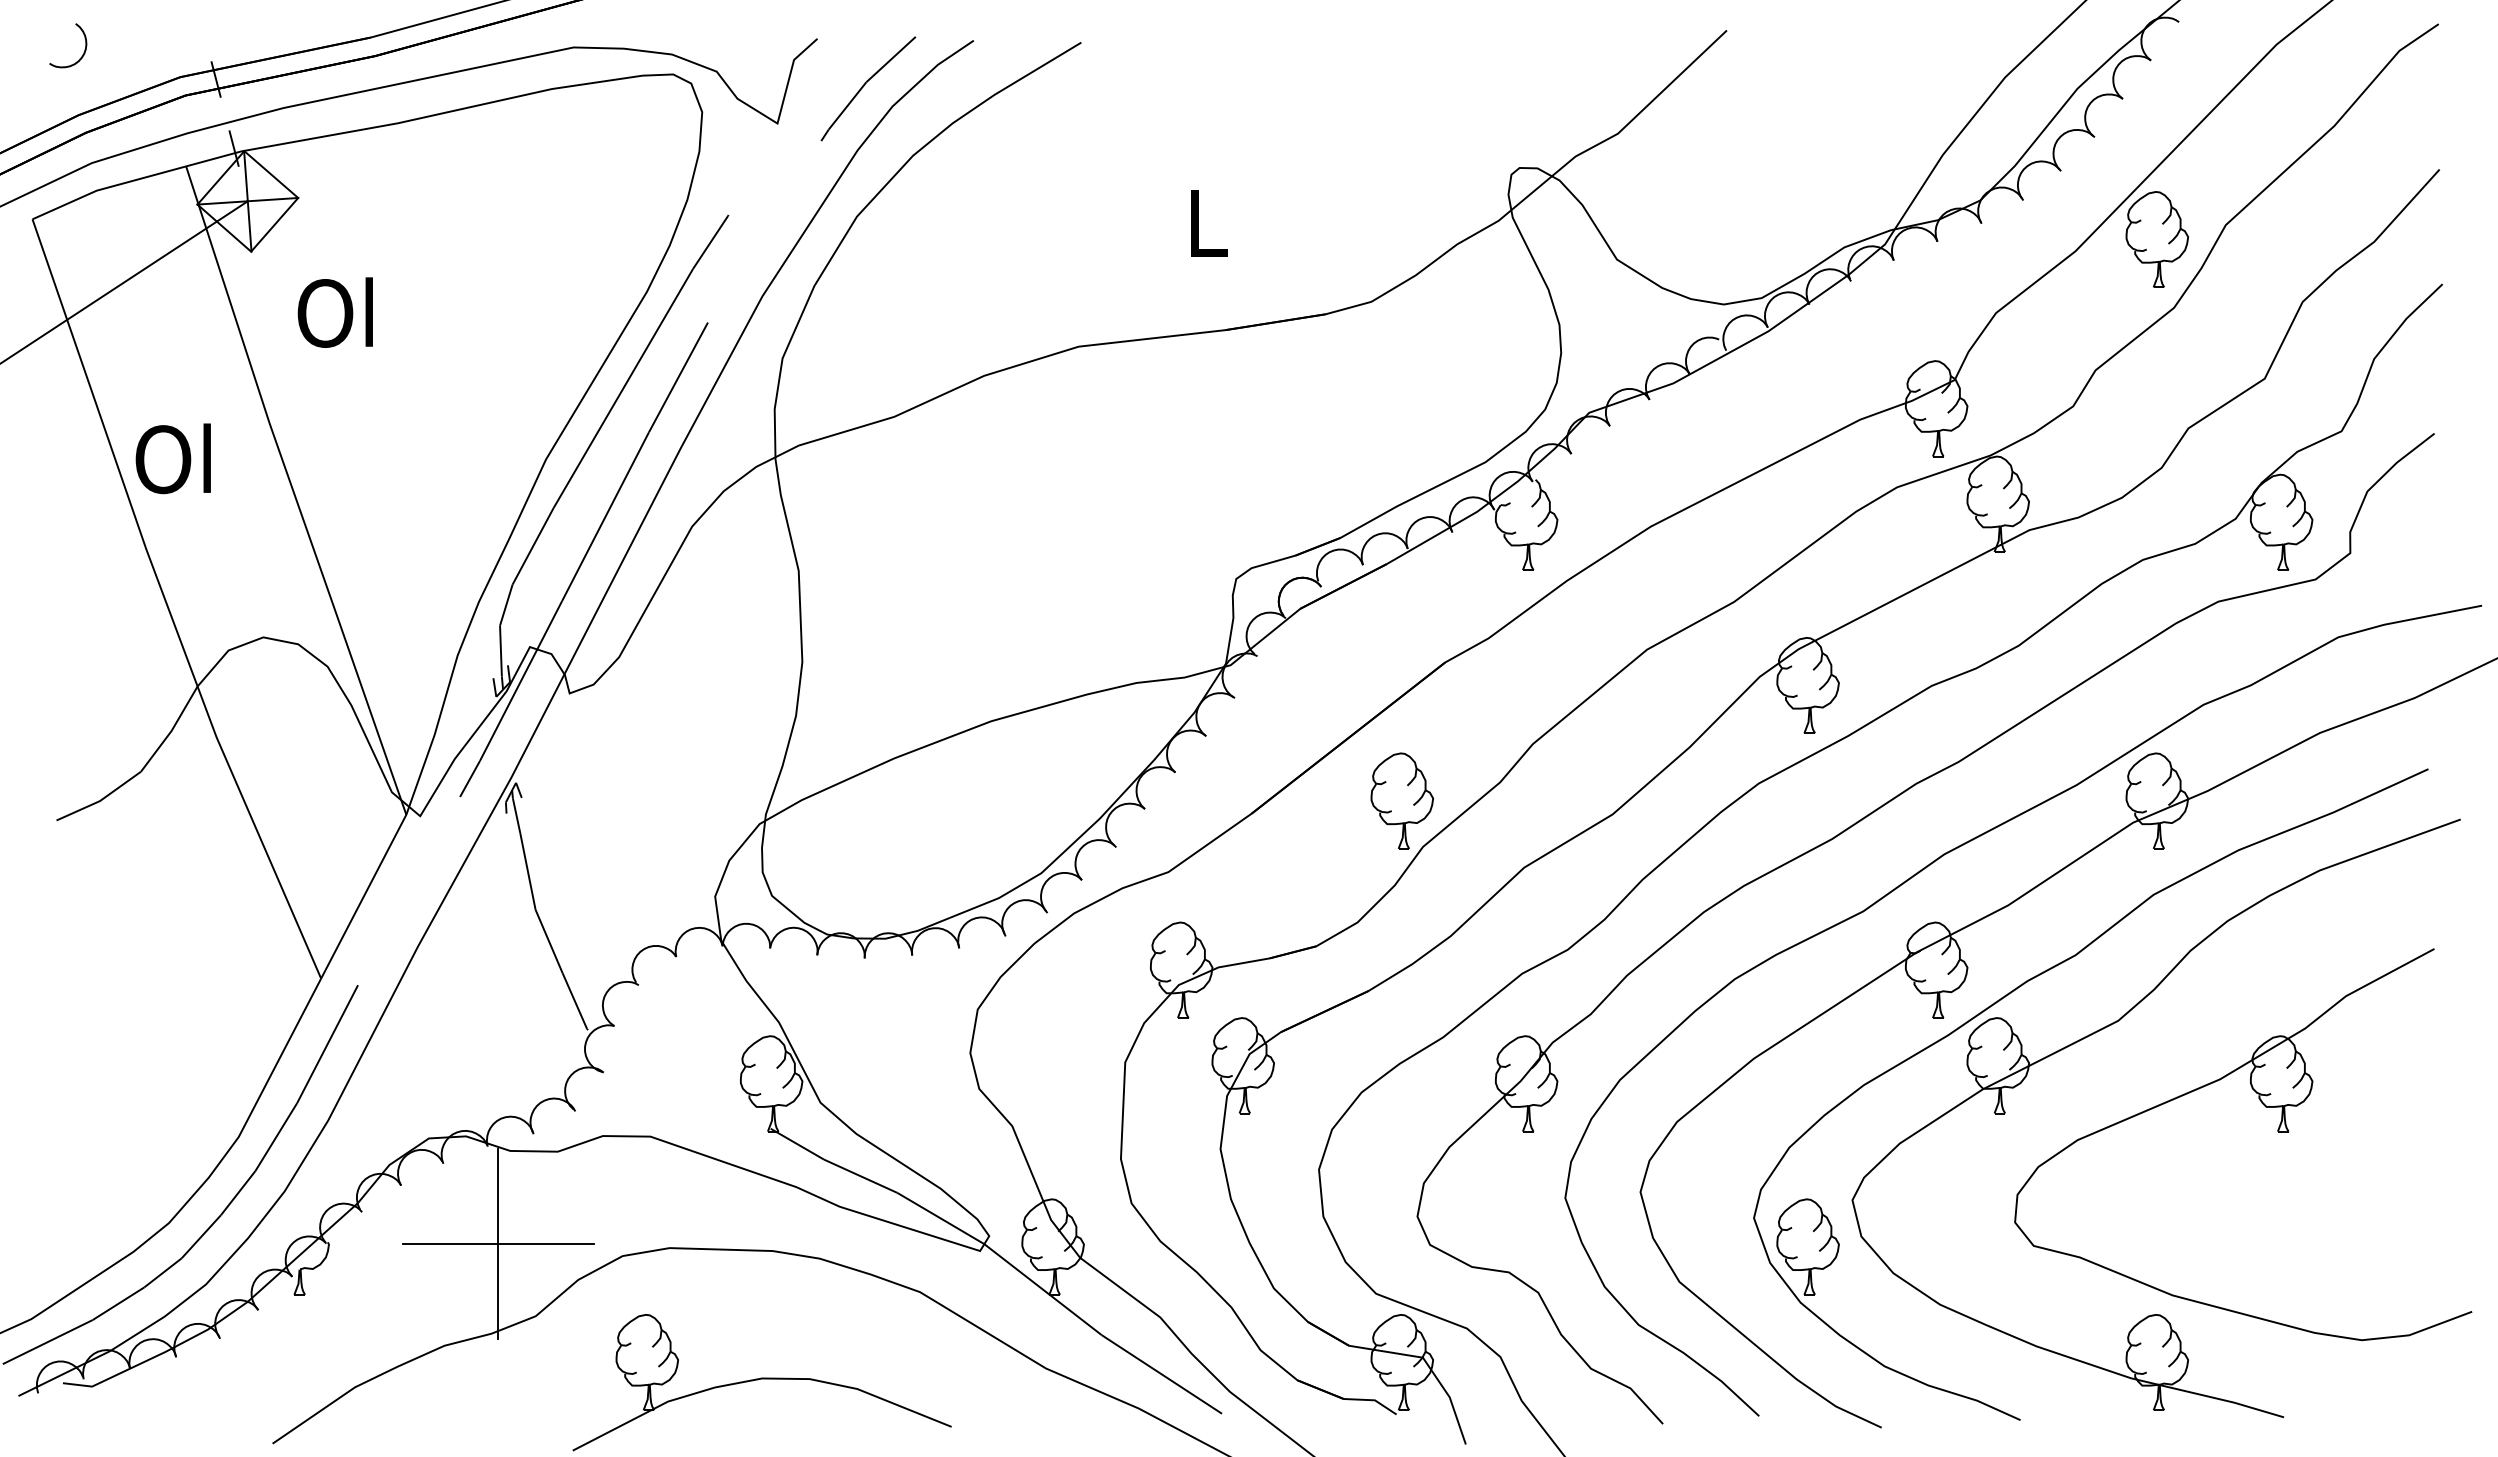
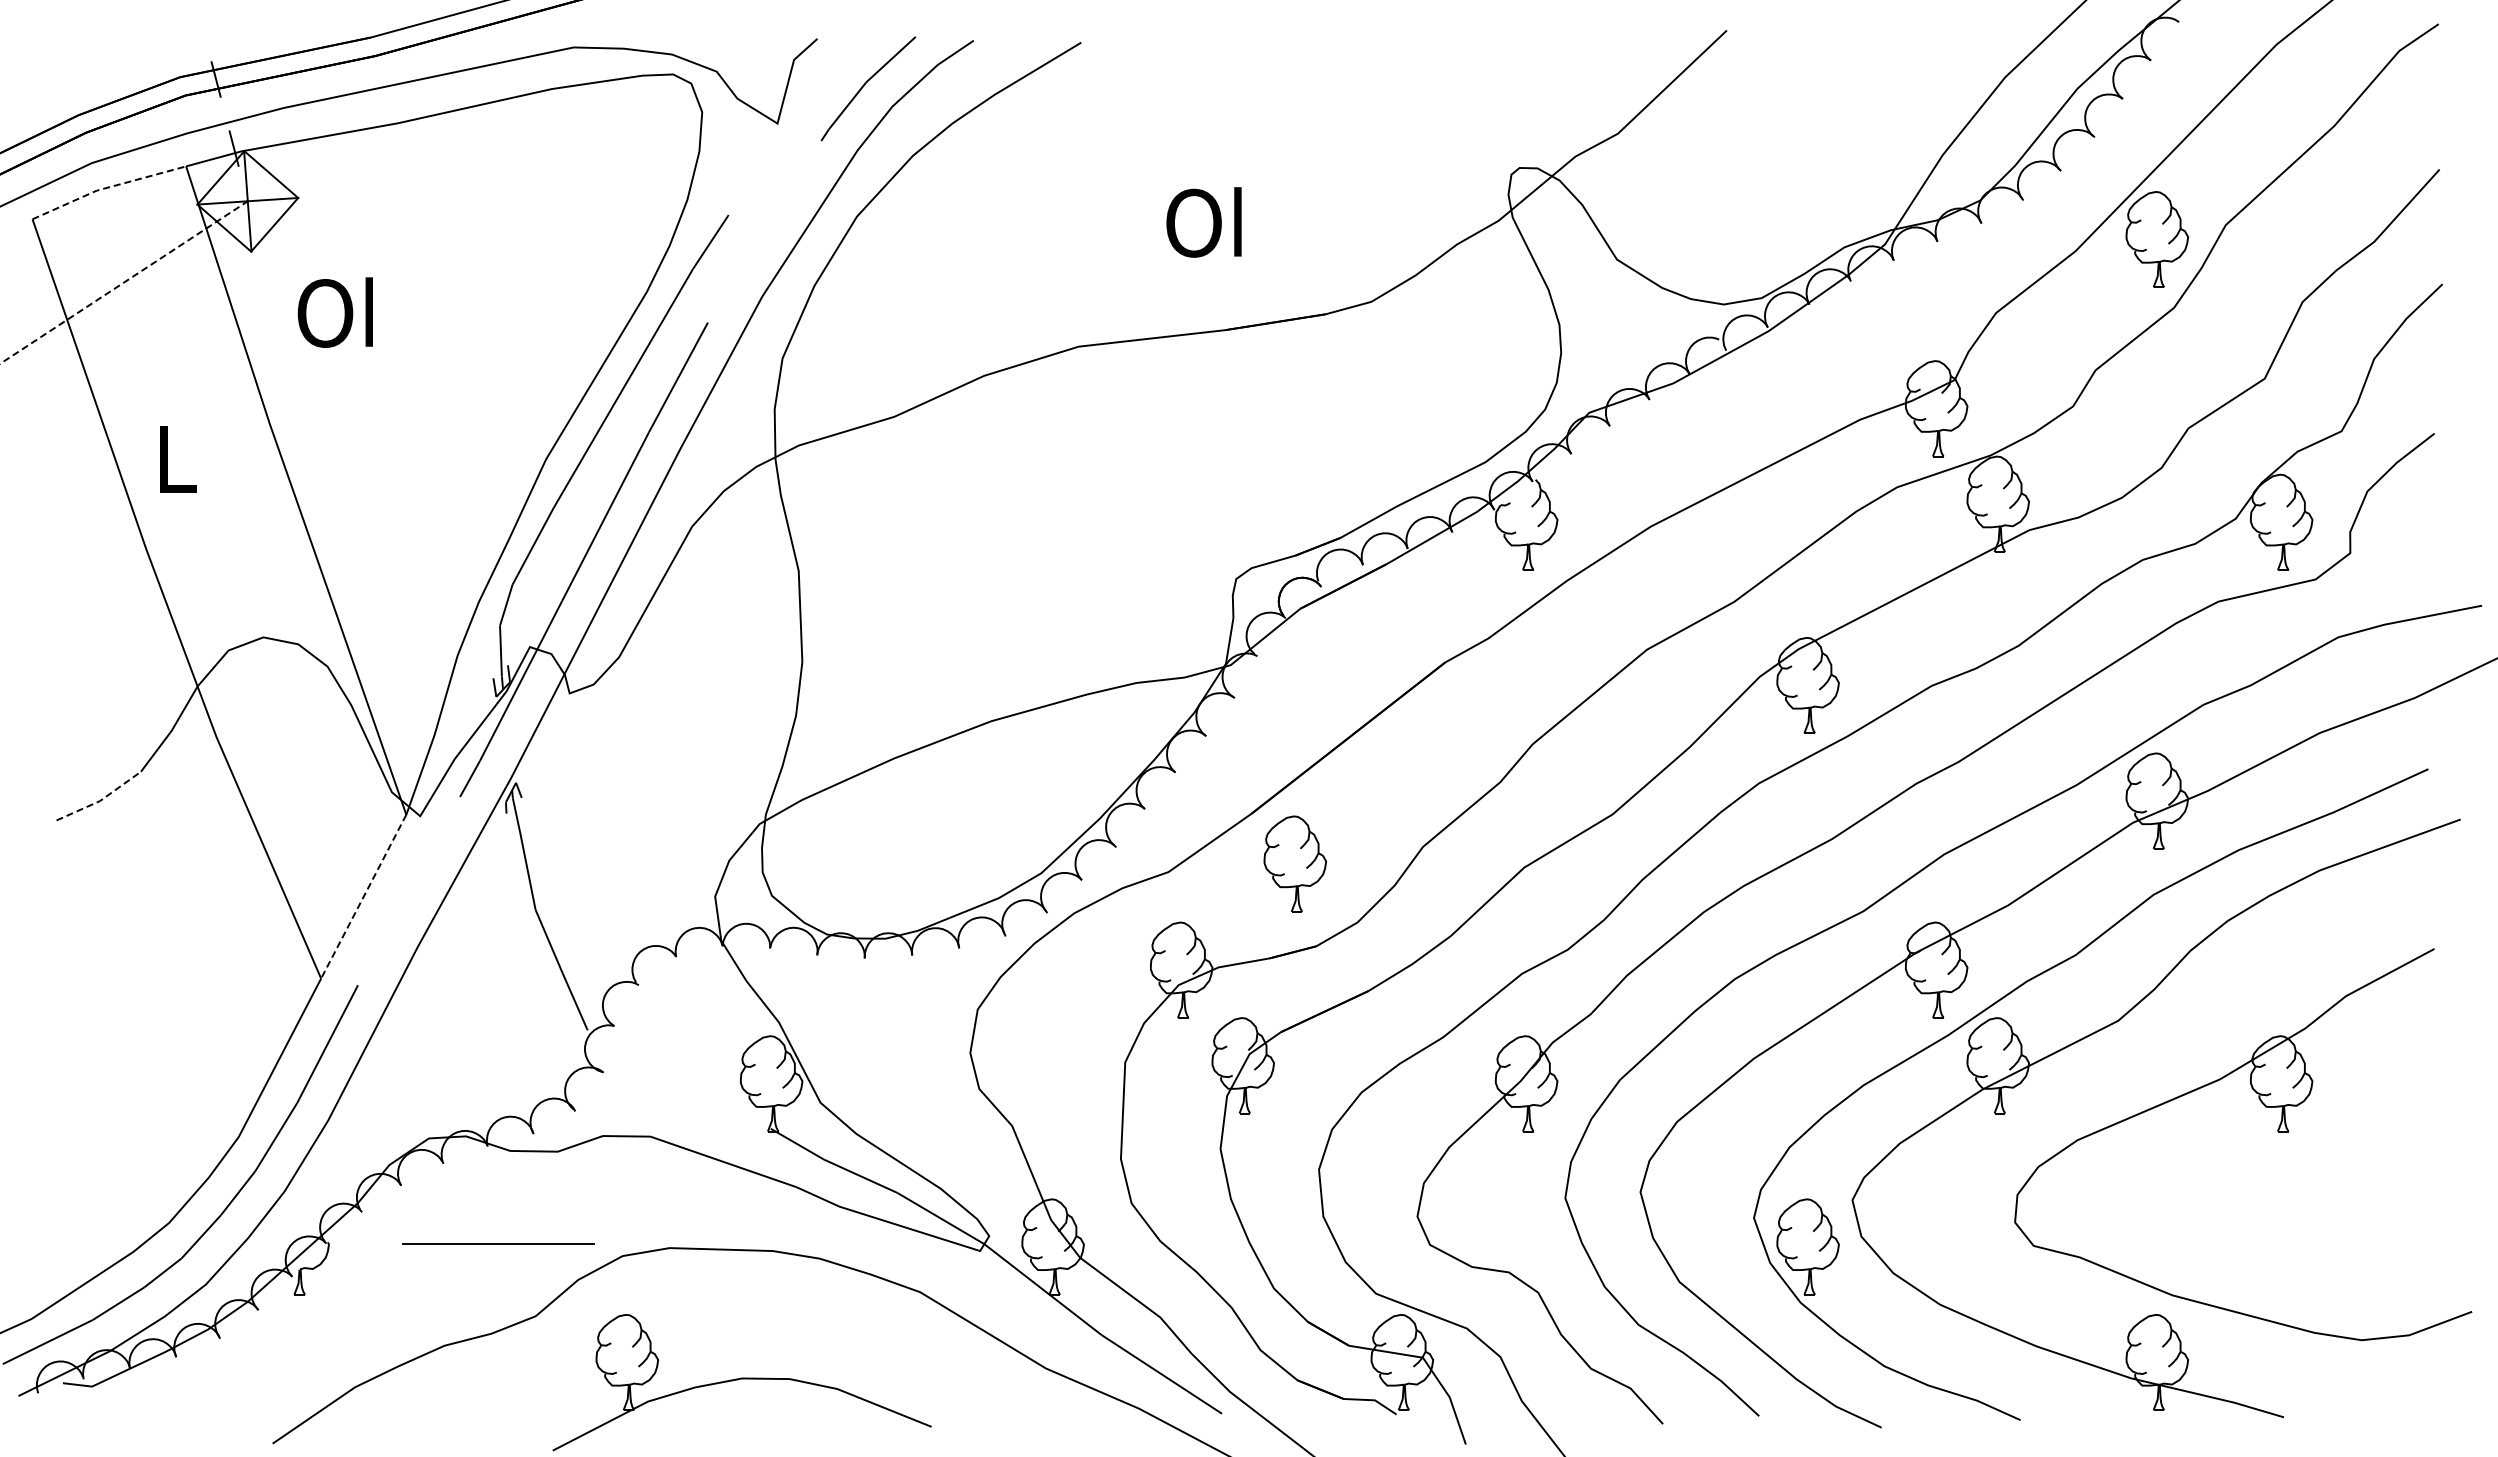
curve at (84, 49): present -> none
line at (107, 187): solid -> dashed
text at (1203, 222): L -> Ol
line at (124, 281): solid -> dashed
text at (172, 458): Ol -> L
line at (100, 800): solid -> dashed
part at (1402, 800) position: (1402, 800) -> (1295, 863)
line at (363, 897): solid -> dashed
line at (498, 1243): present -> none
part at (761, 1382) position: (761, 1382) -> (741, 1382)
